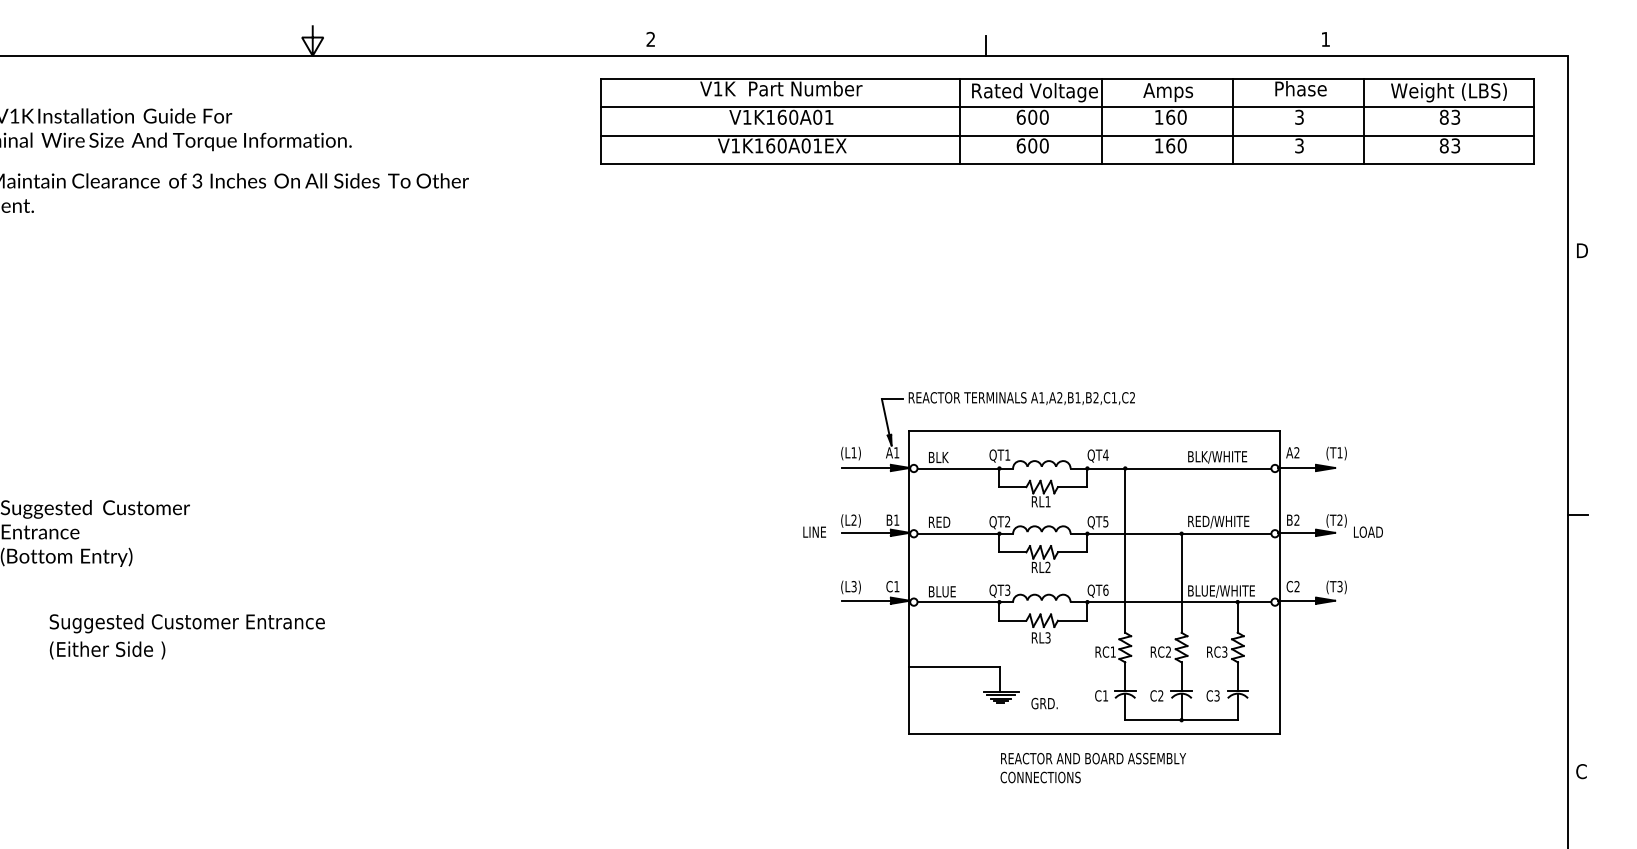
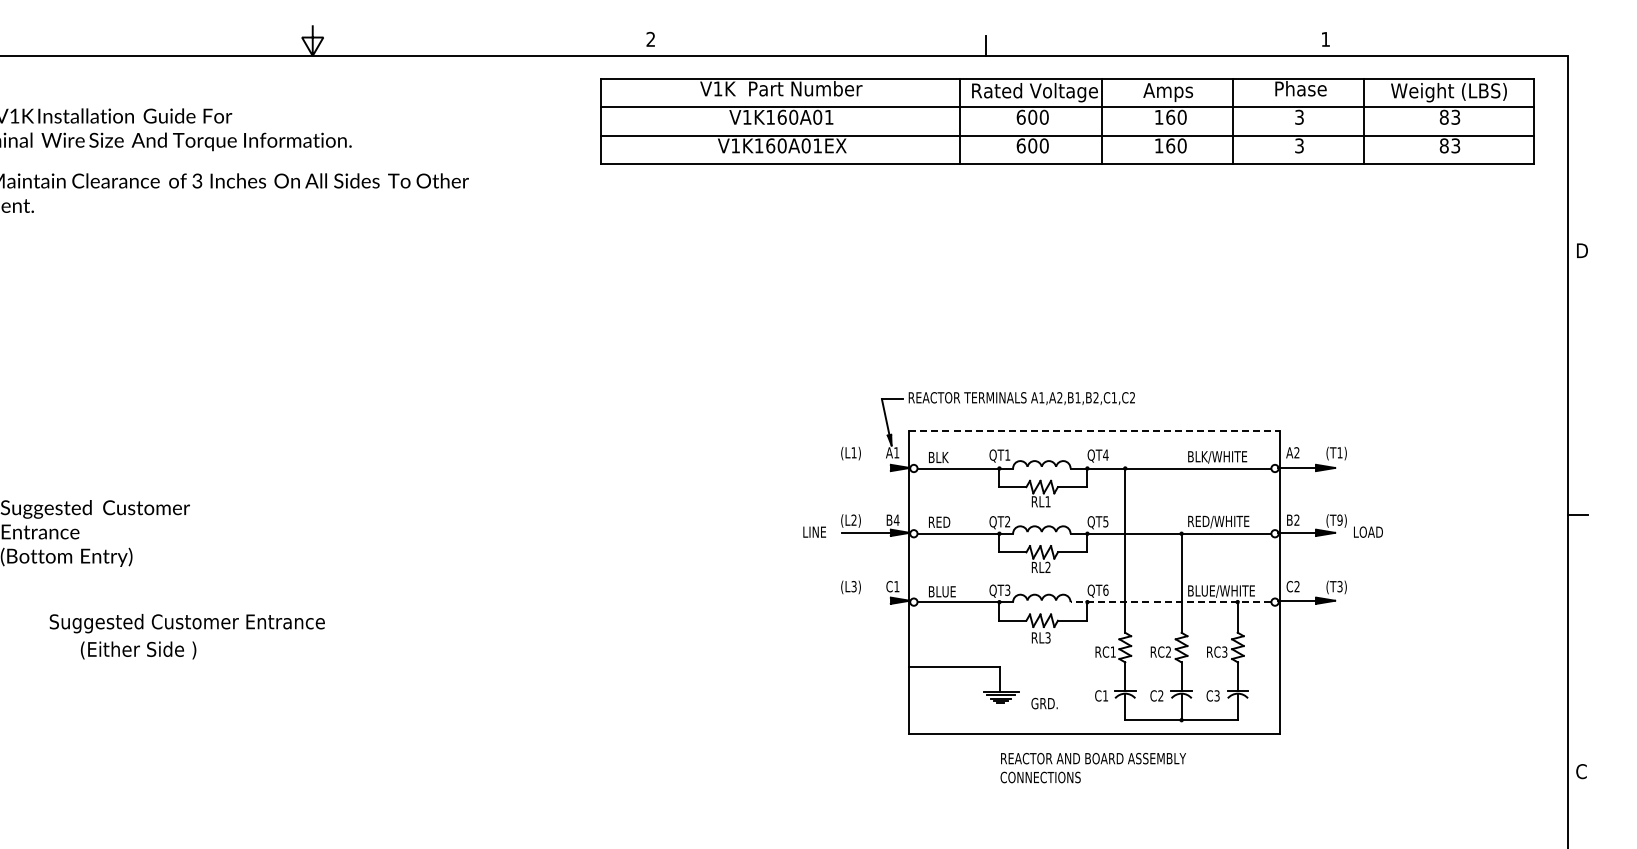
line at (1094, 431): solid -> dashed
line at (866, 467): present -> none
text at (896, 519): B1 -> B4
text at (1339, 519): (T2) -> (T9)
line at (866, 600): present -> none
line at (1170, 602): solid -> dashed
text at (107, 650) position: (107, 650) -> (138, 650)
